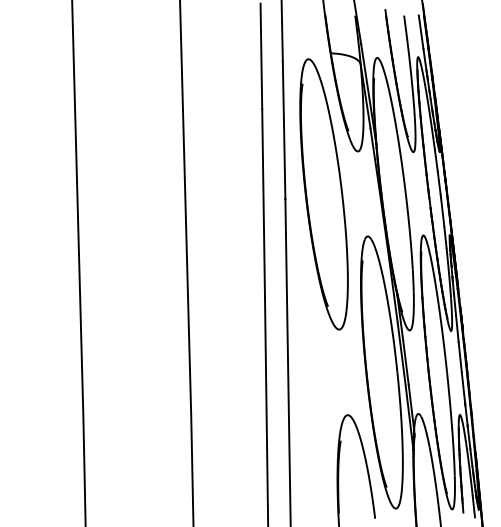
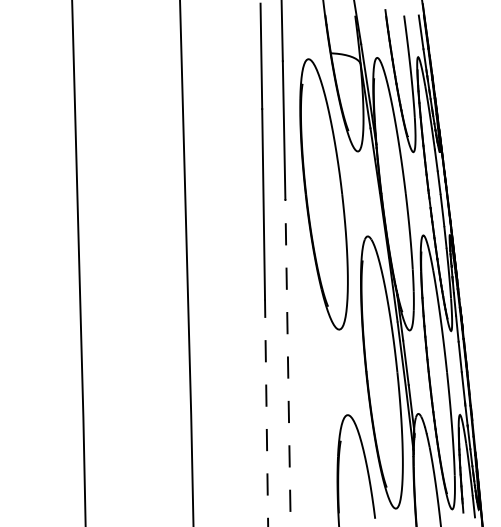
line at (288, 363): solid -> dashed
line at (266, 412): solid -> dashed
